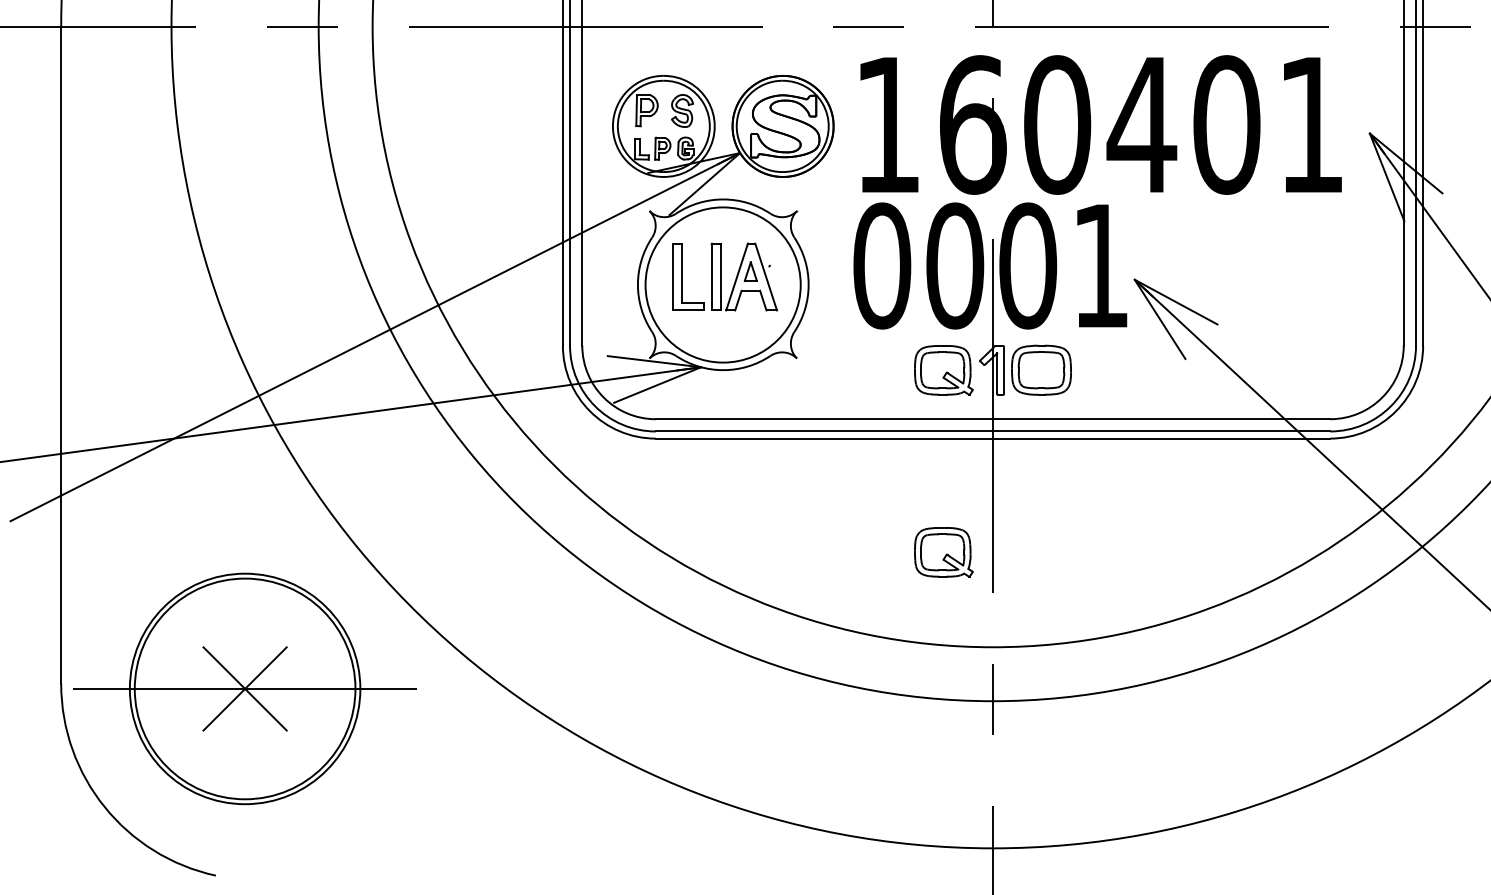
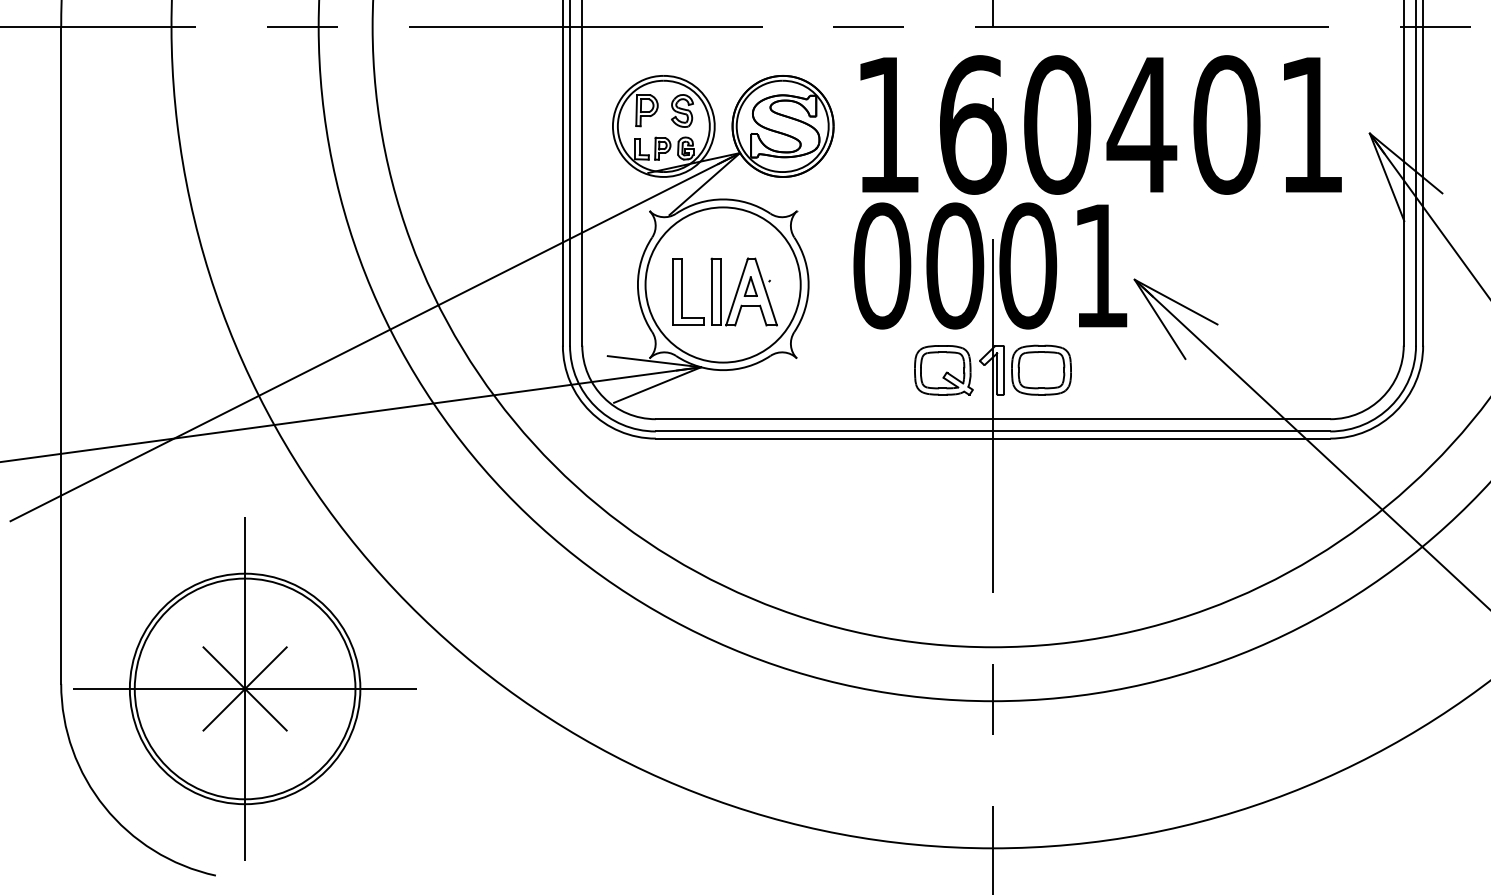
part at (724, 276) position: (724, 276) -> (724, 291)
part at (943, 552): present -> none
line at (245, 688): none -> present
